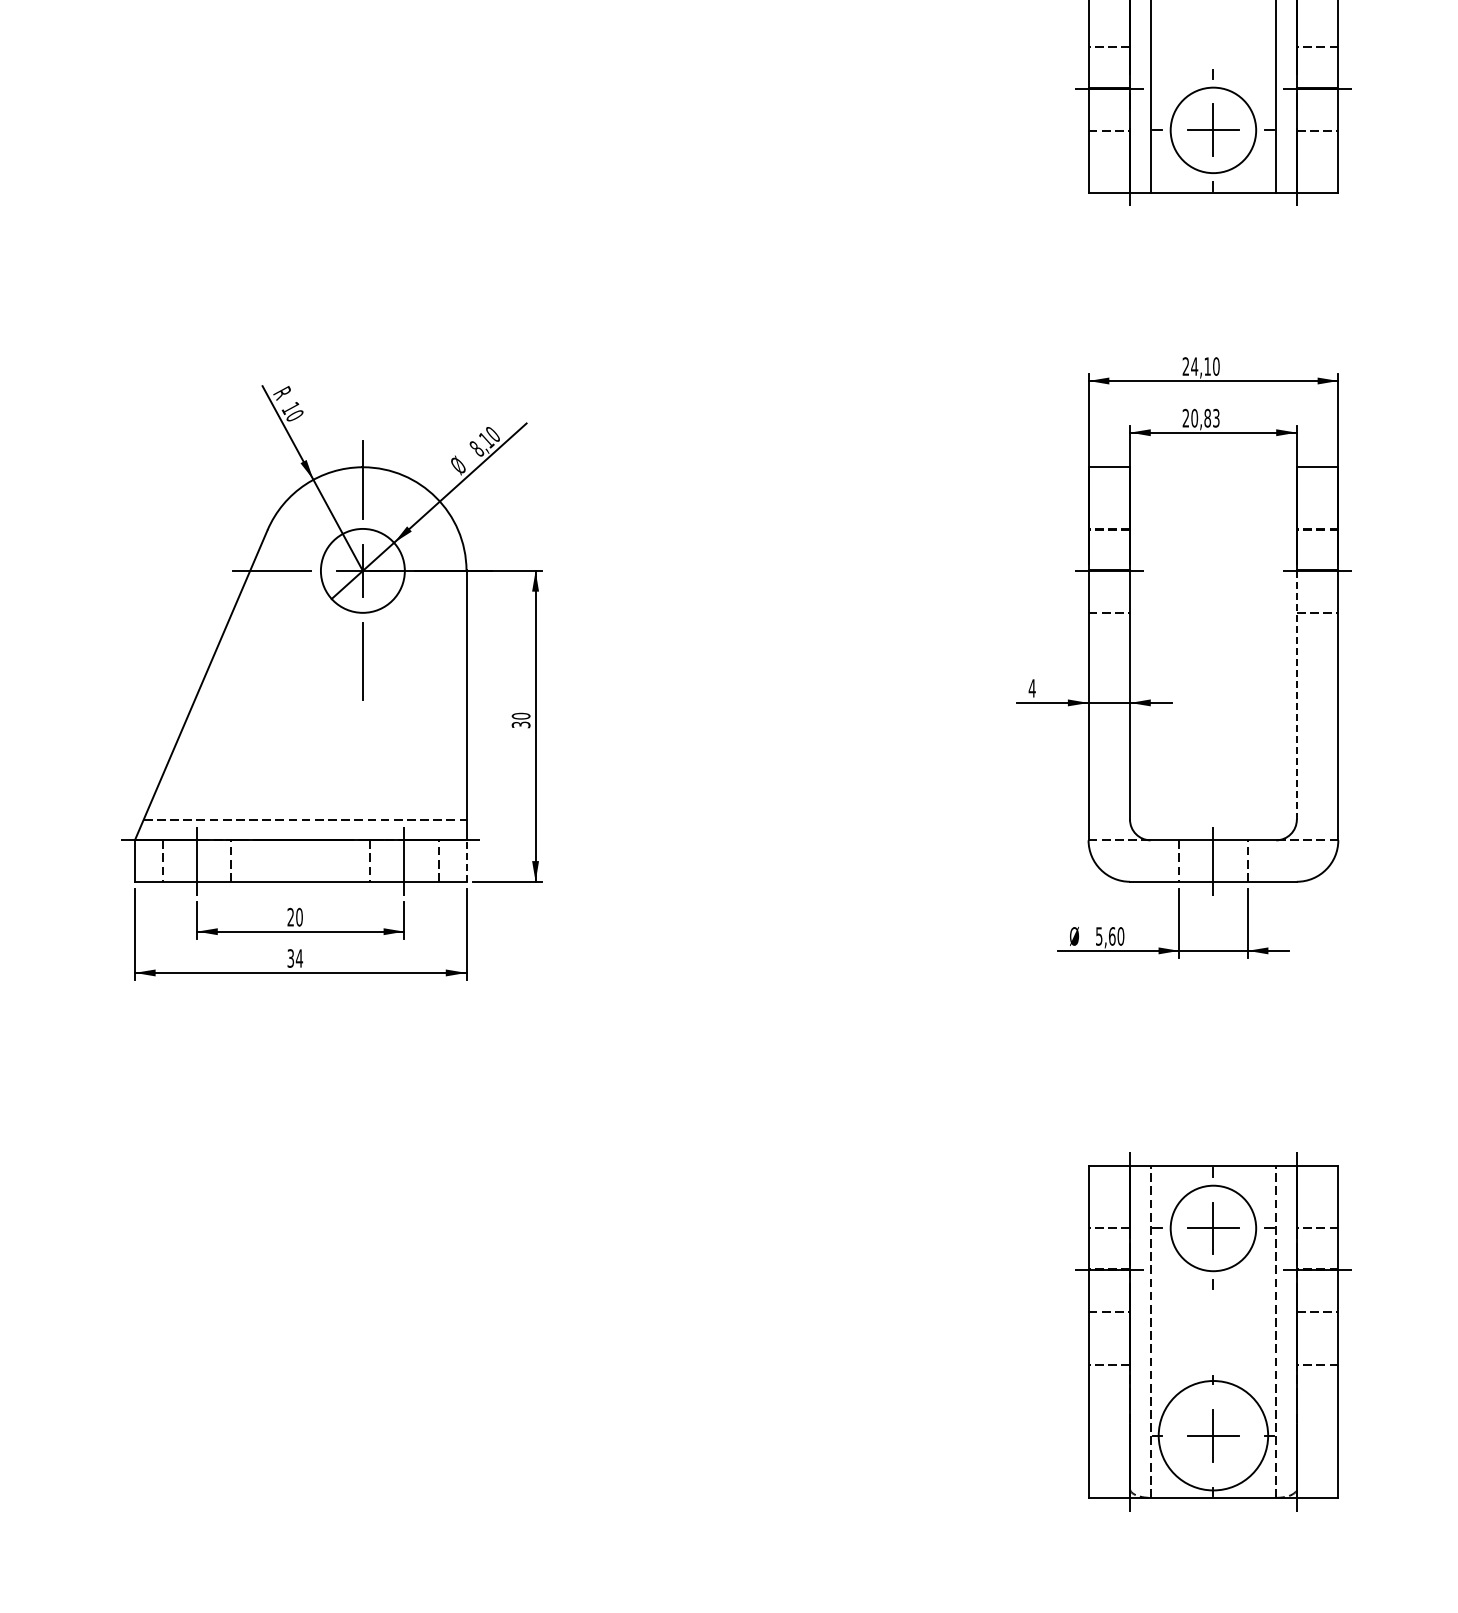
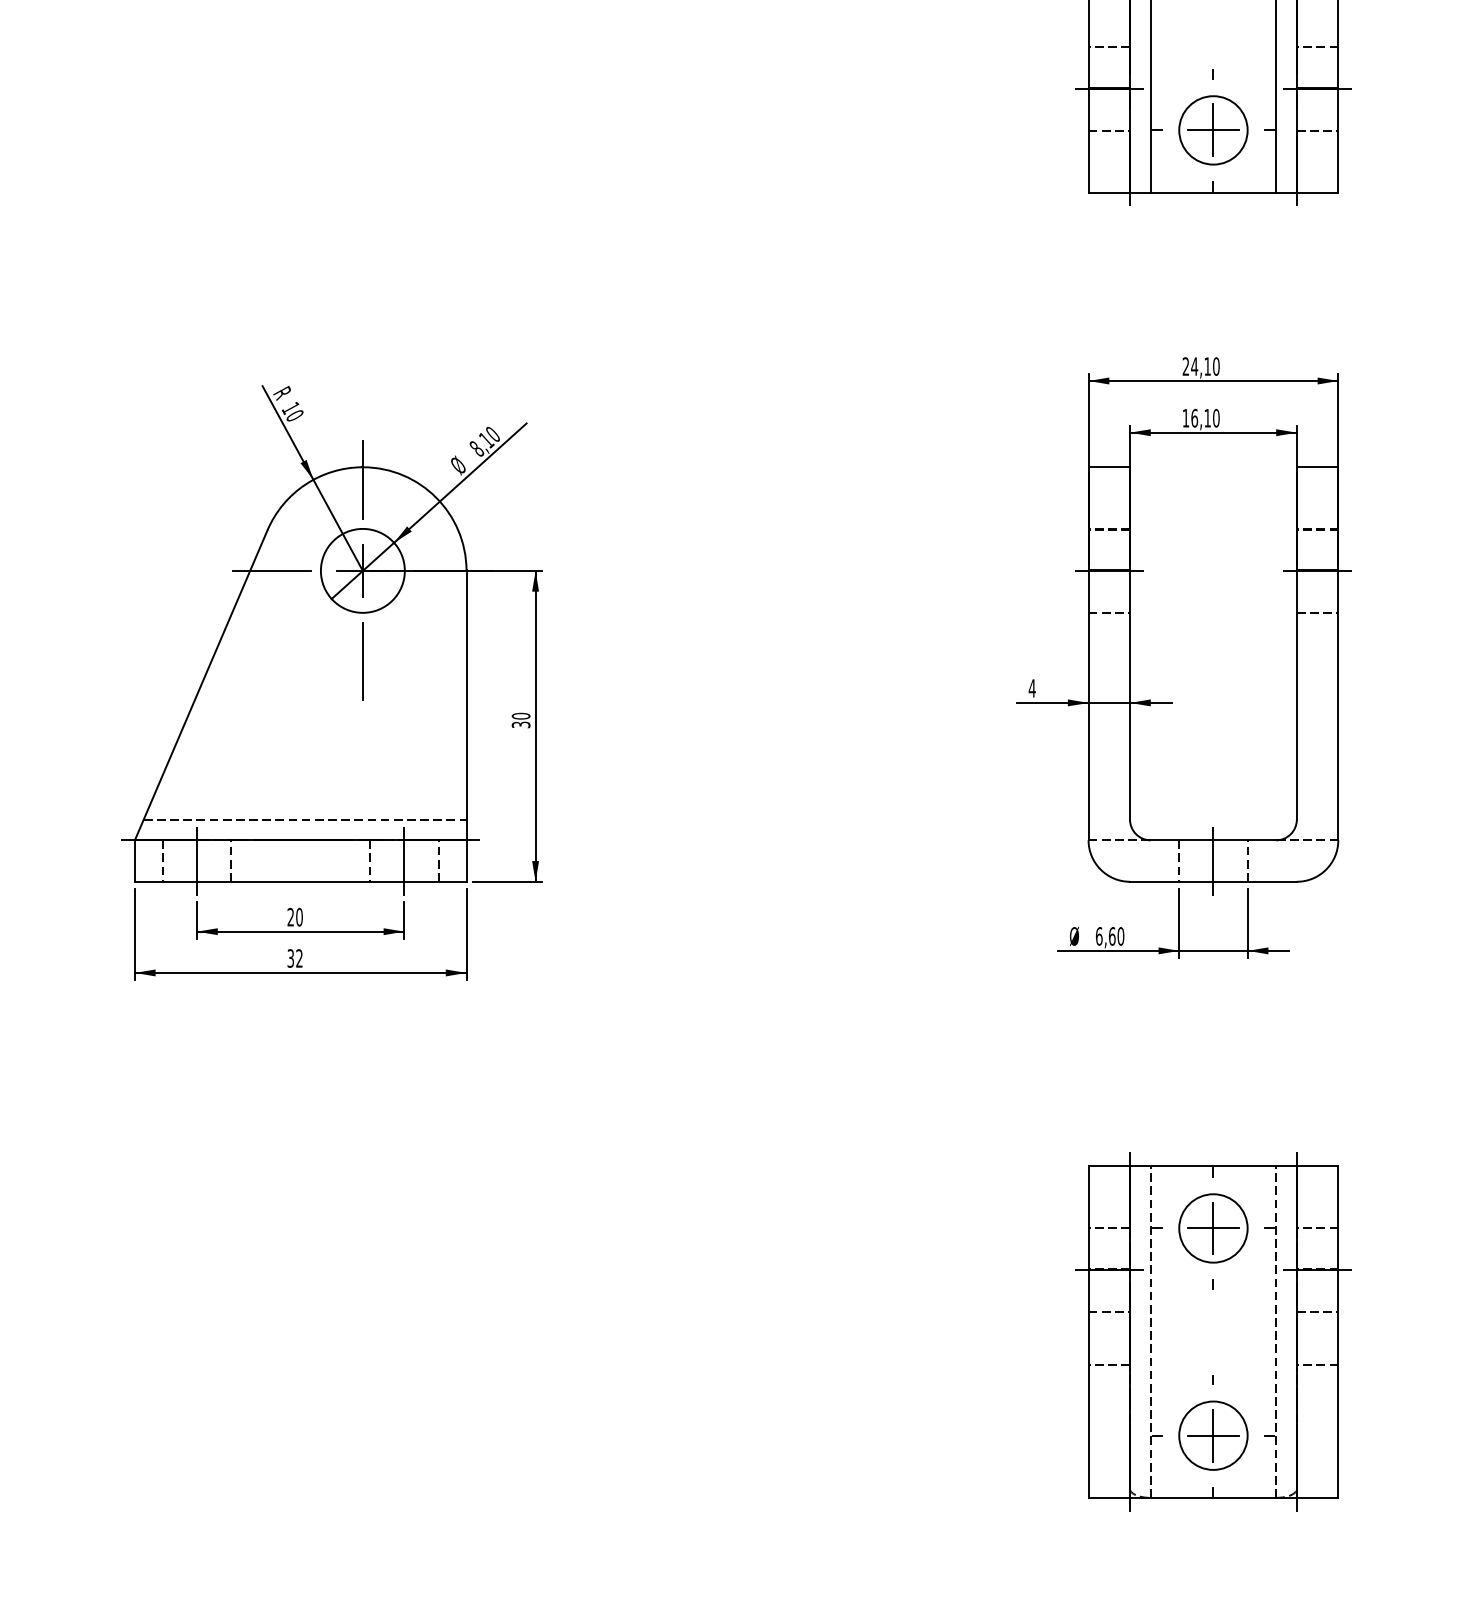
circle at (1213, 130) diameter: 85 px -> 68 px
text at (1200, 417): 20,83 -> 16,10
line at (1296, 694): dashed -> solid
line at (466, 861): dashed -> solid
text at (1099, 936): 5,60 -> 6,60
text at (299, 958): 34 -> 32
circle at (1213, 1228) diameter: 85 px -> 68 px
circle at (1213, 1435) diameter: 109 px -> 68 px
